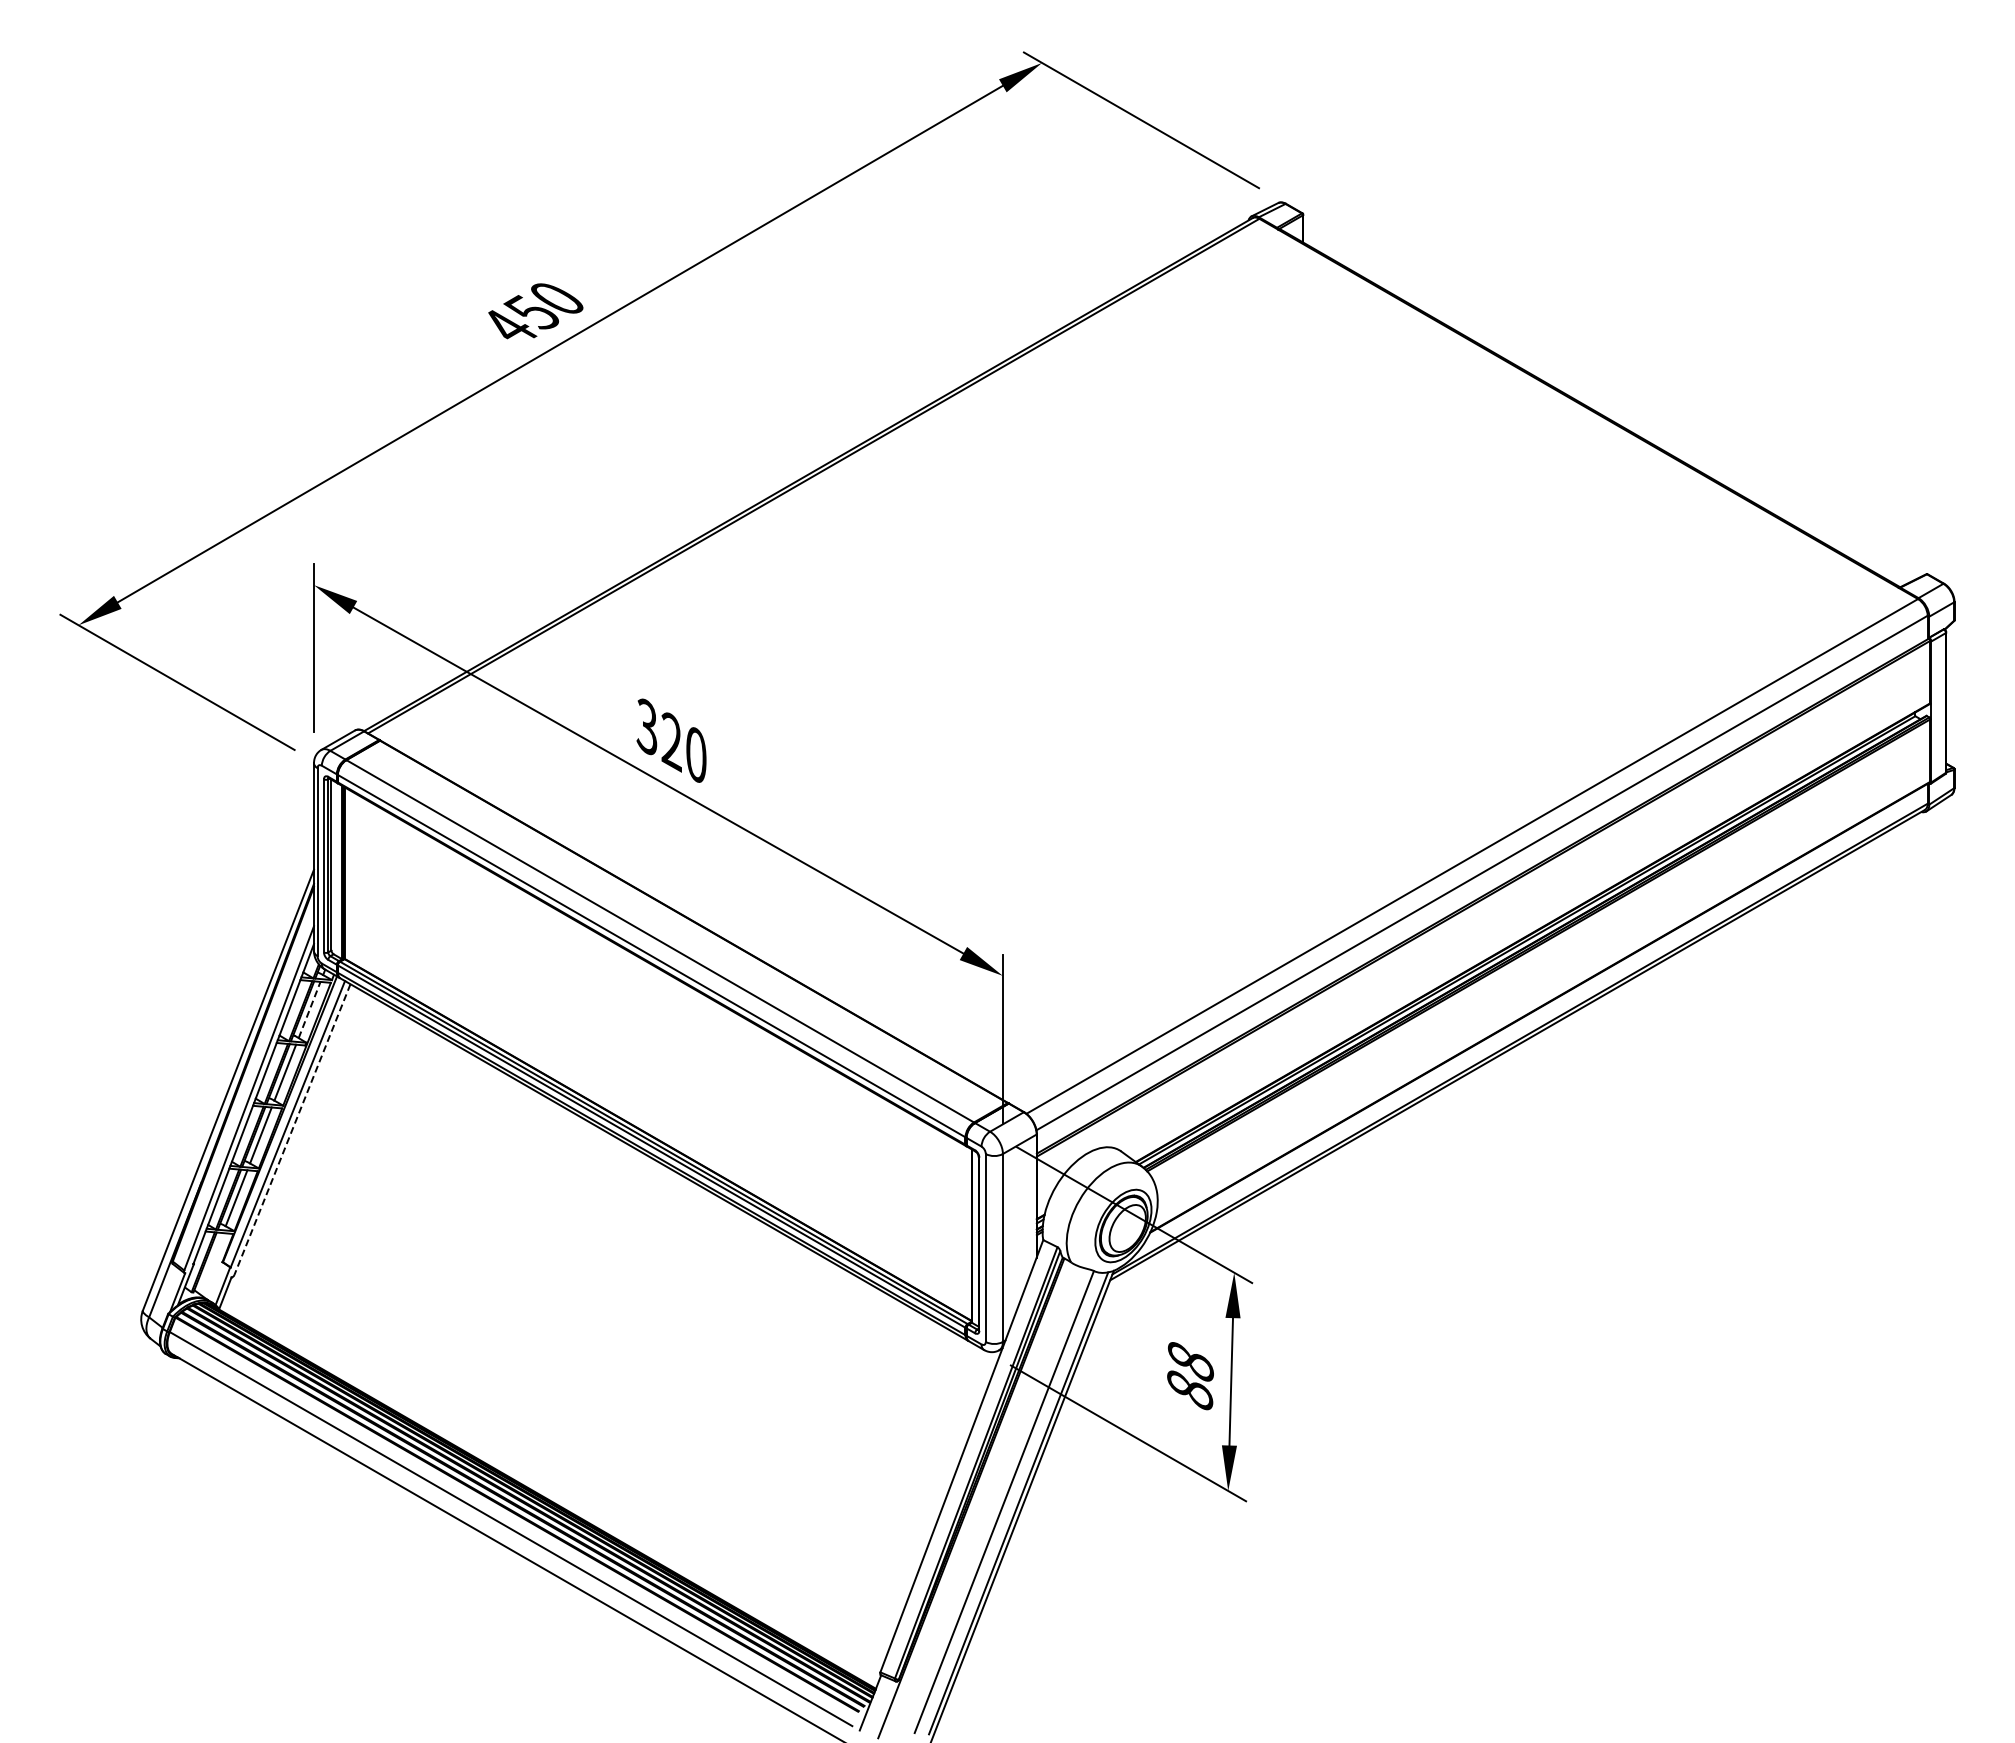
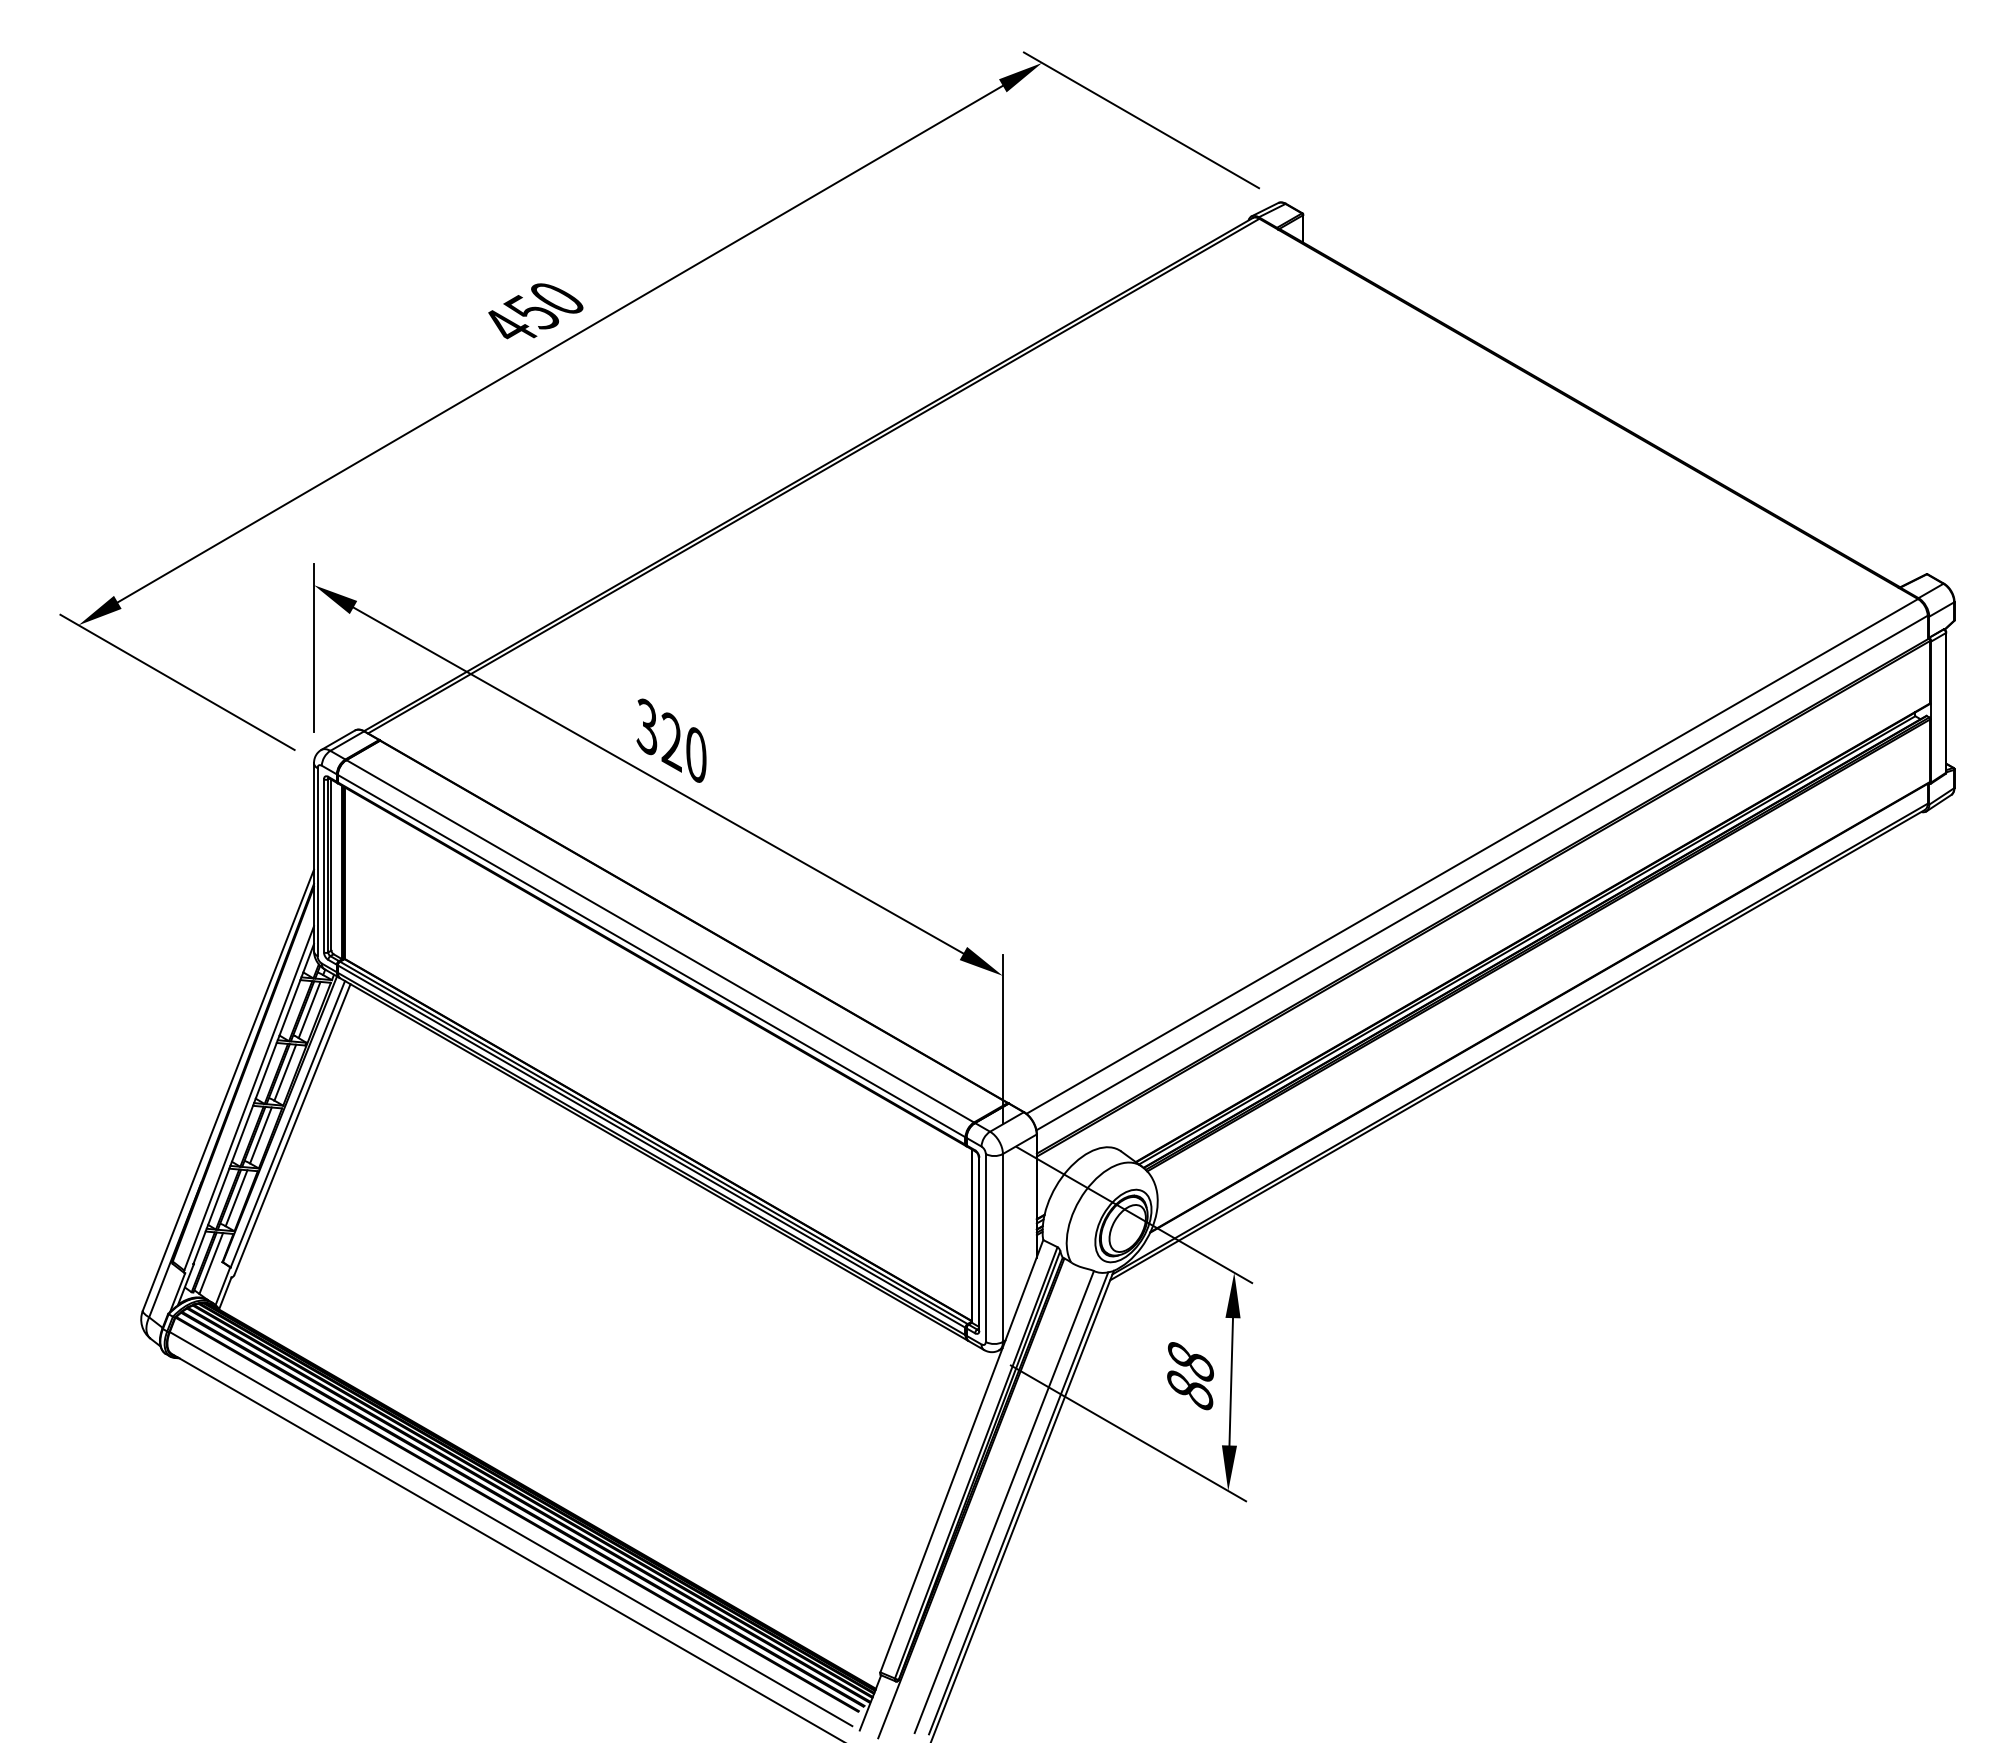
line at (309, 1009): dashed -> solid
line at (292, 1129): dashed -> solid
line at (211, 1263): none -> present
